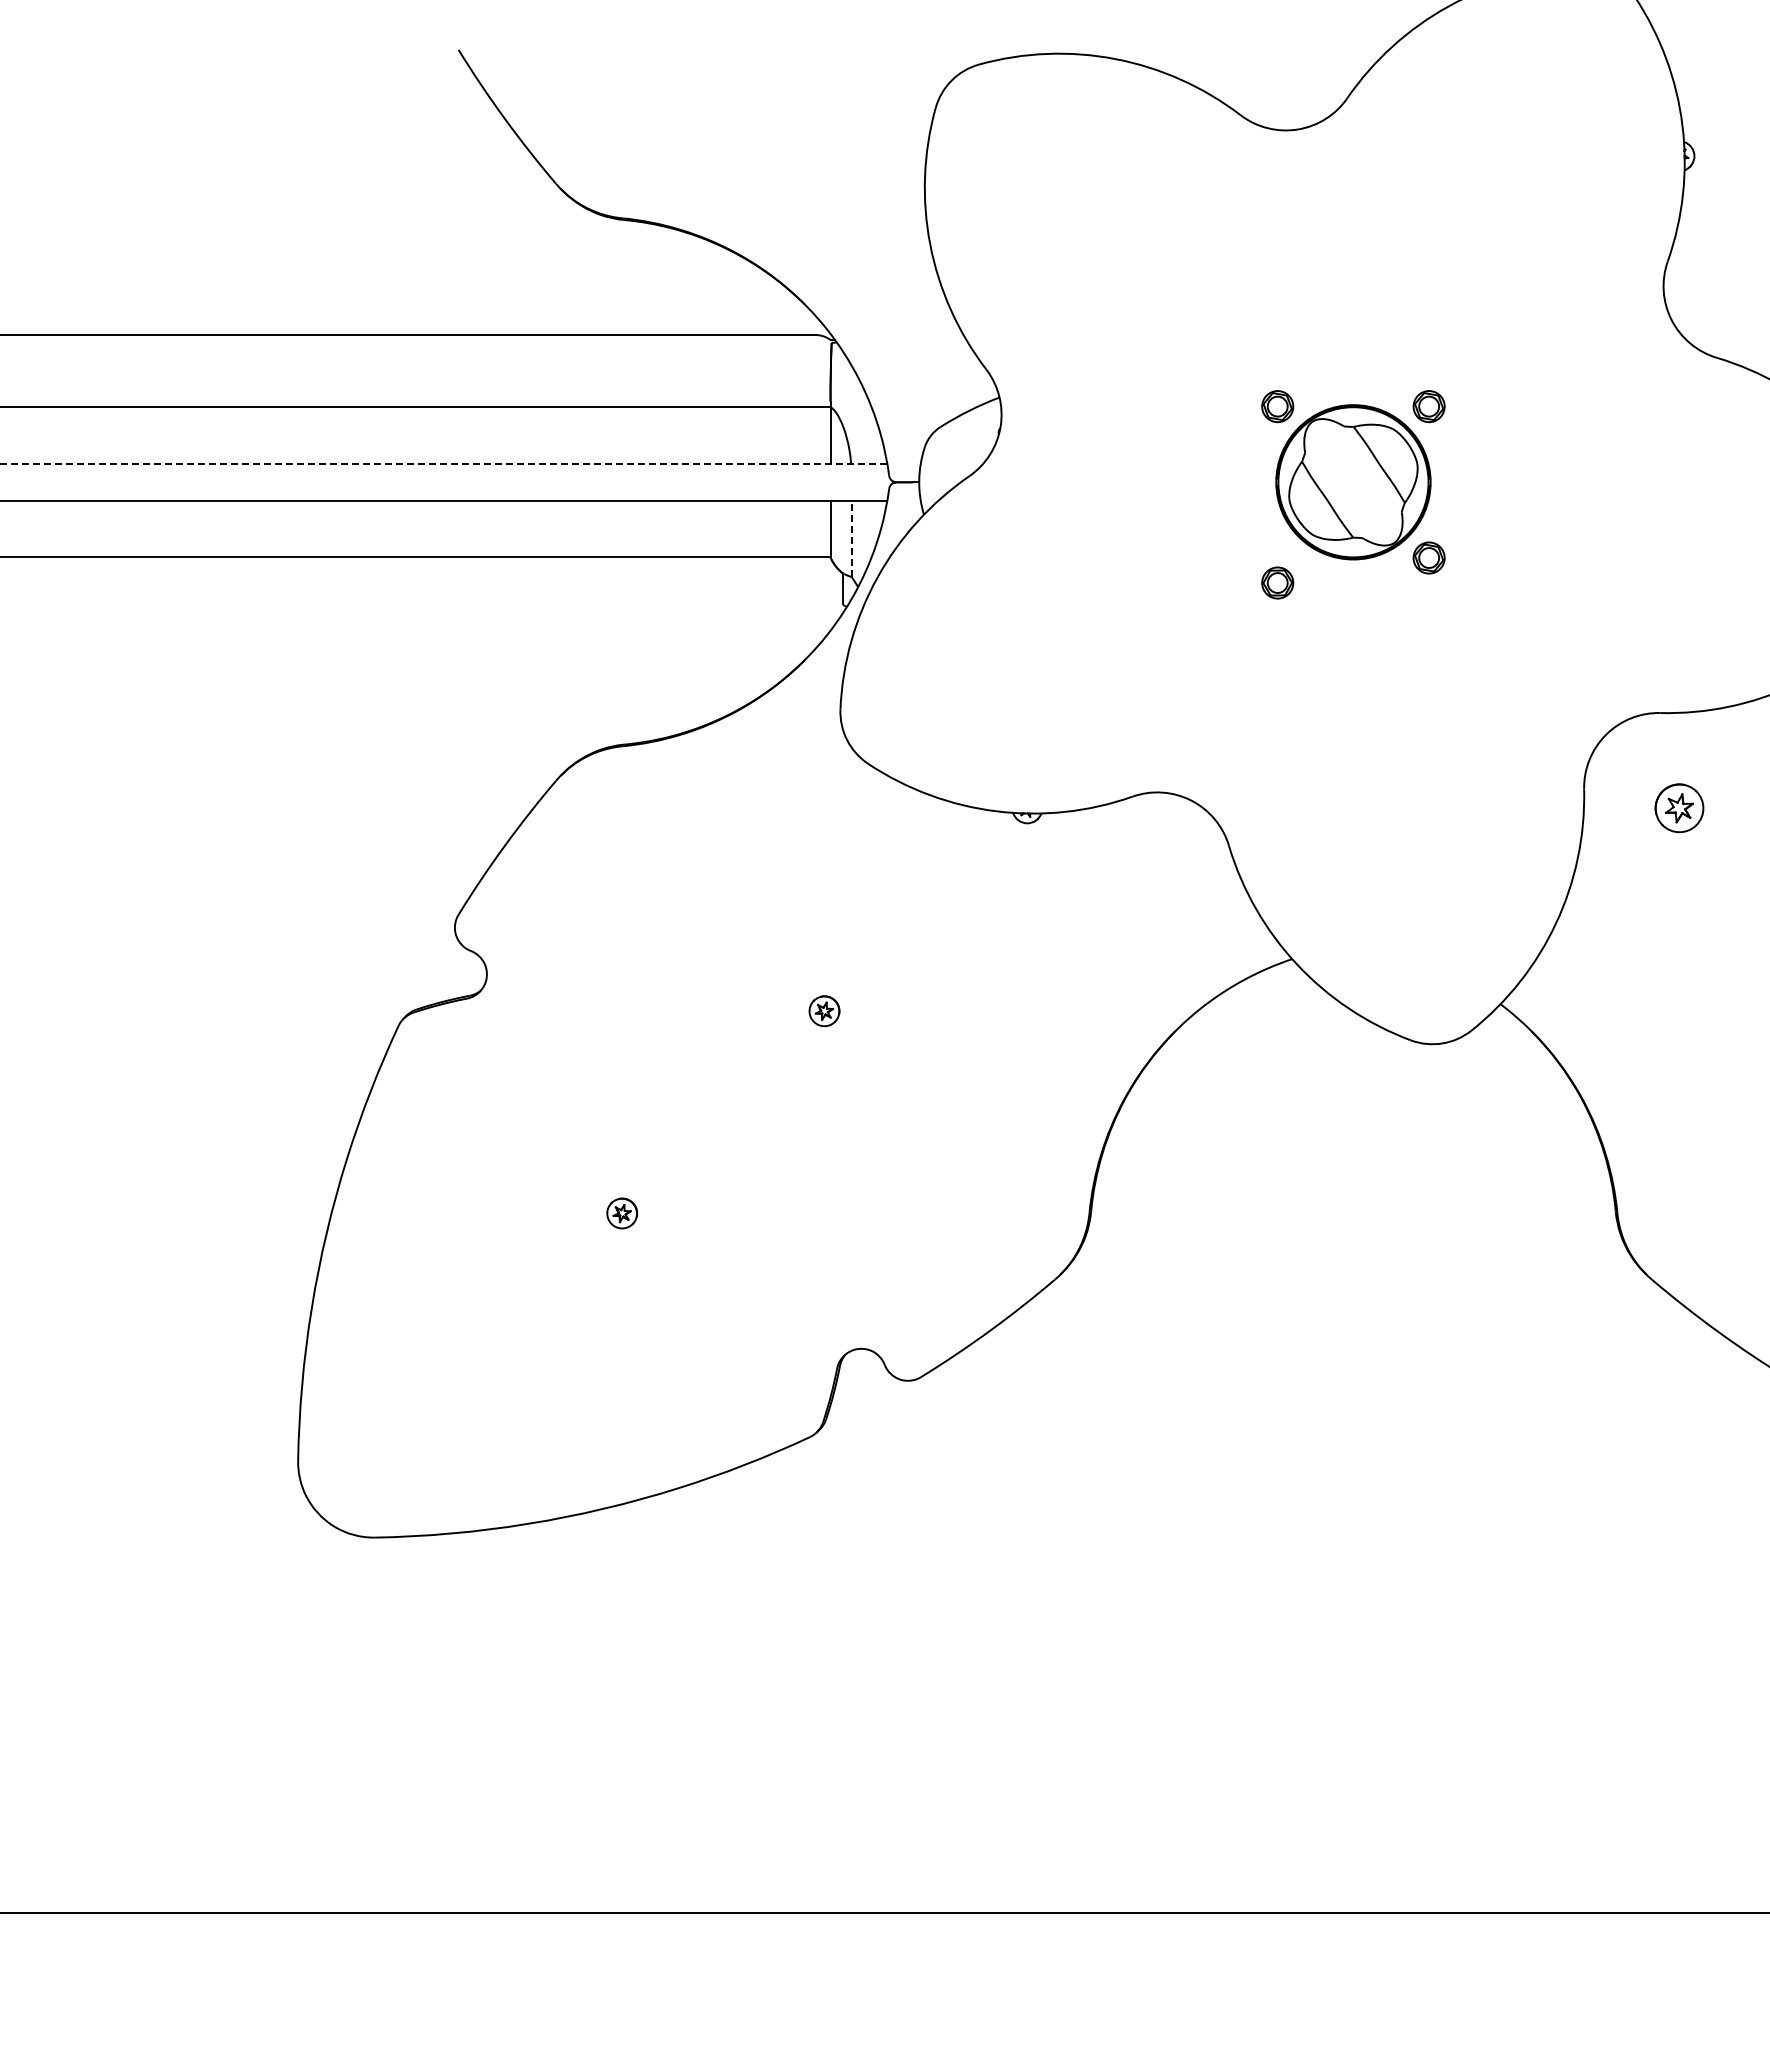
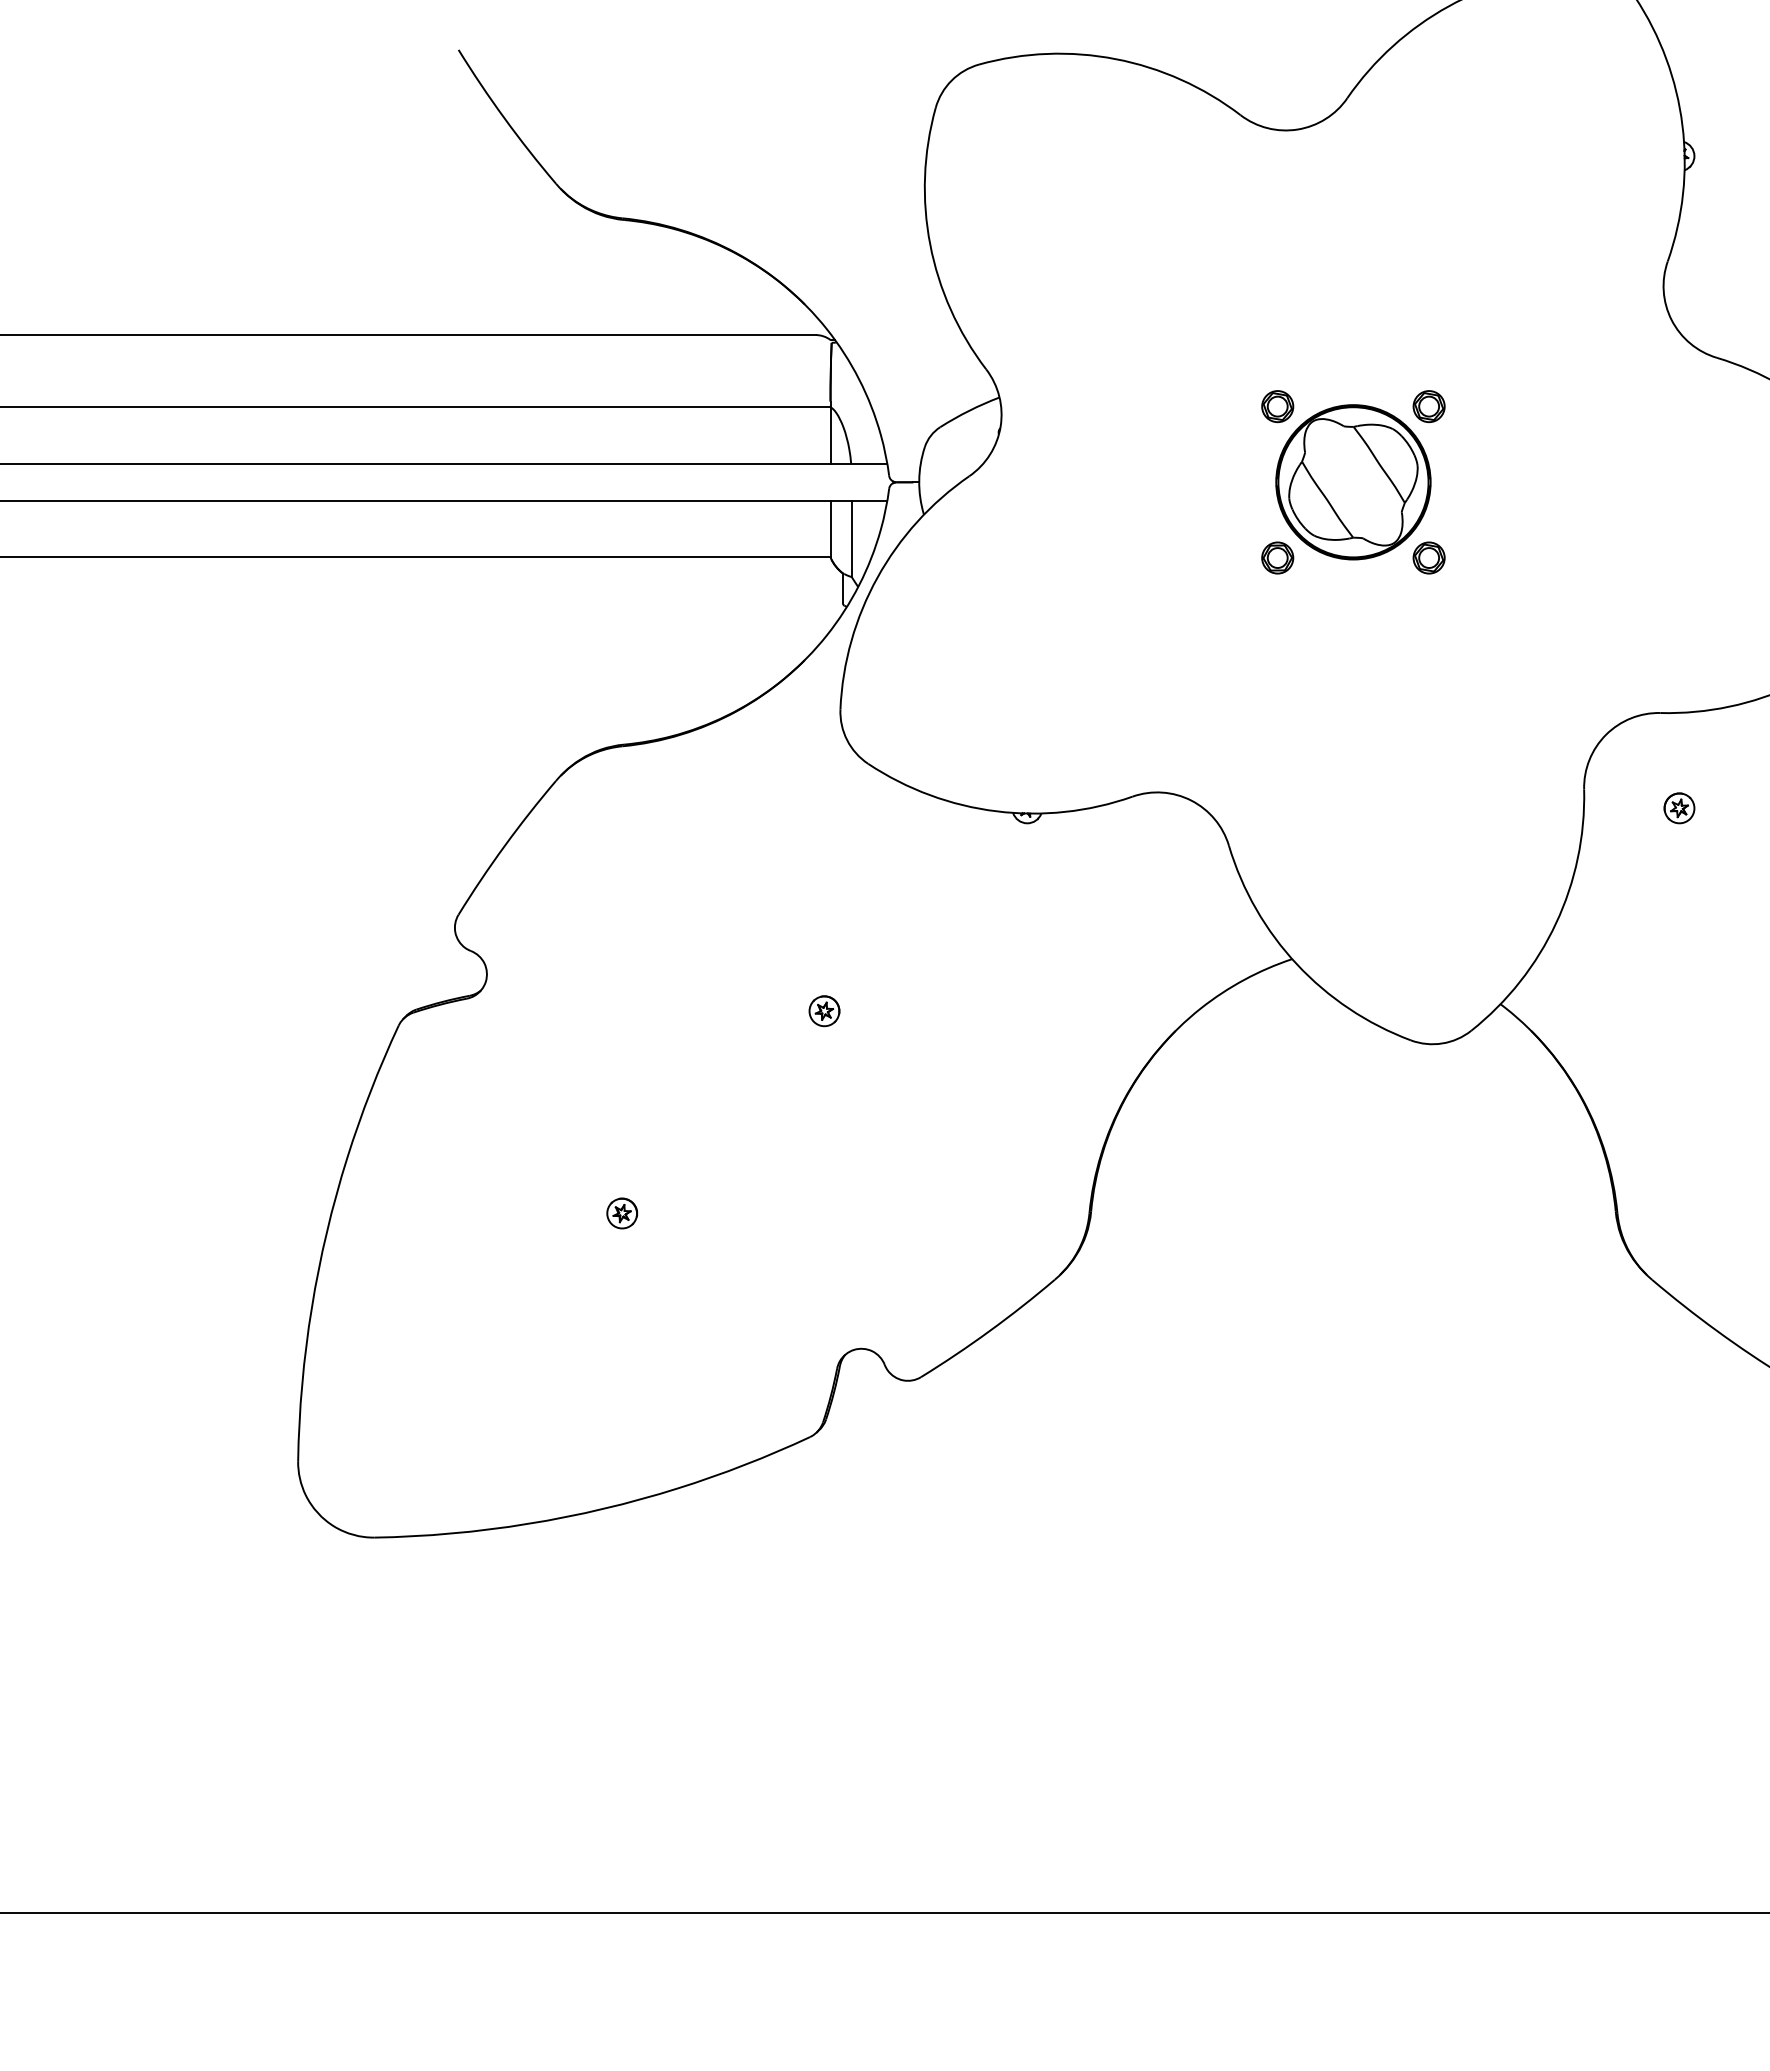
line at (443, 463): dashed -> solid
line at (851, 538): dashed -> solid
part at (1277, 582) position: (1277, 582) -> (1277, 557)
part at (1679, 808) size: 51x51 px -> 33x33 px
